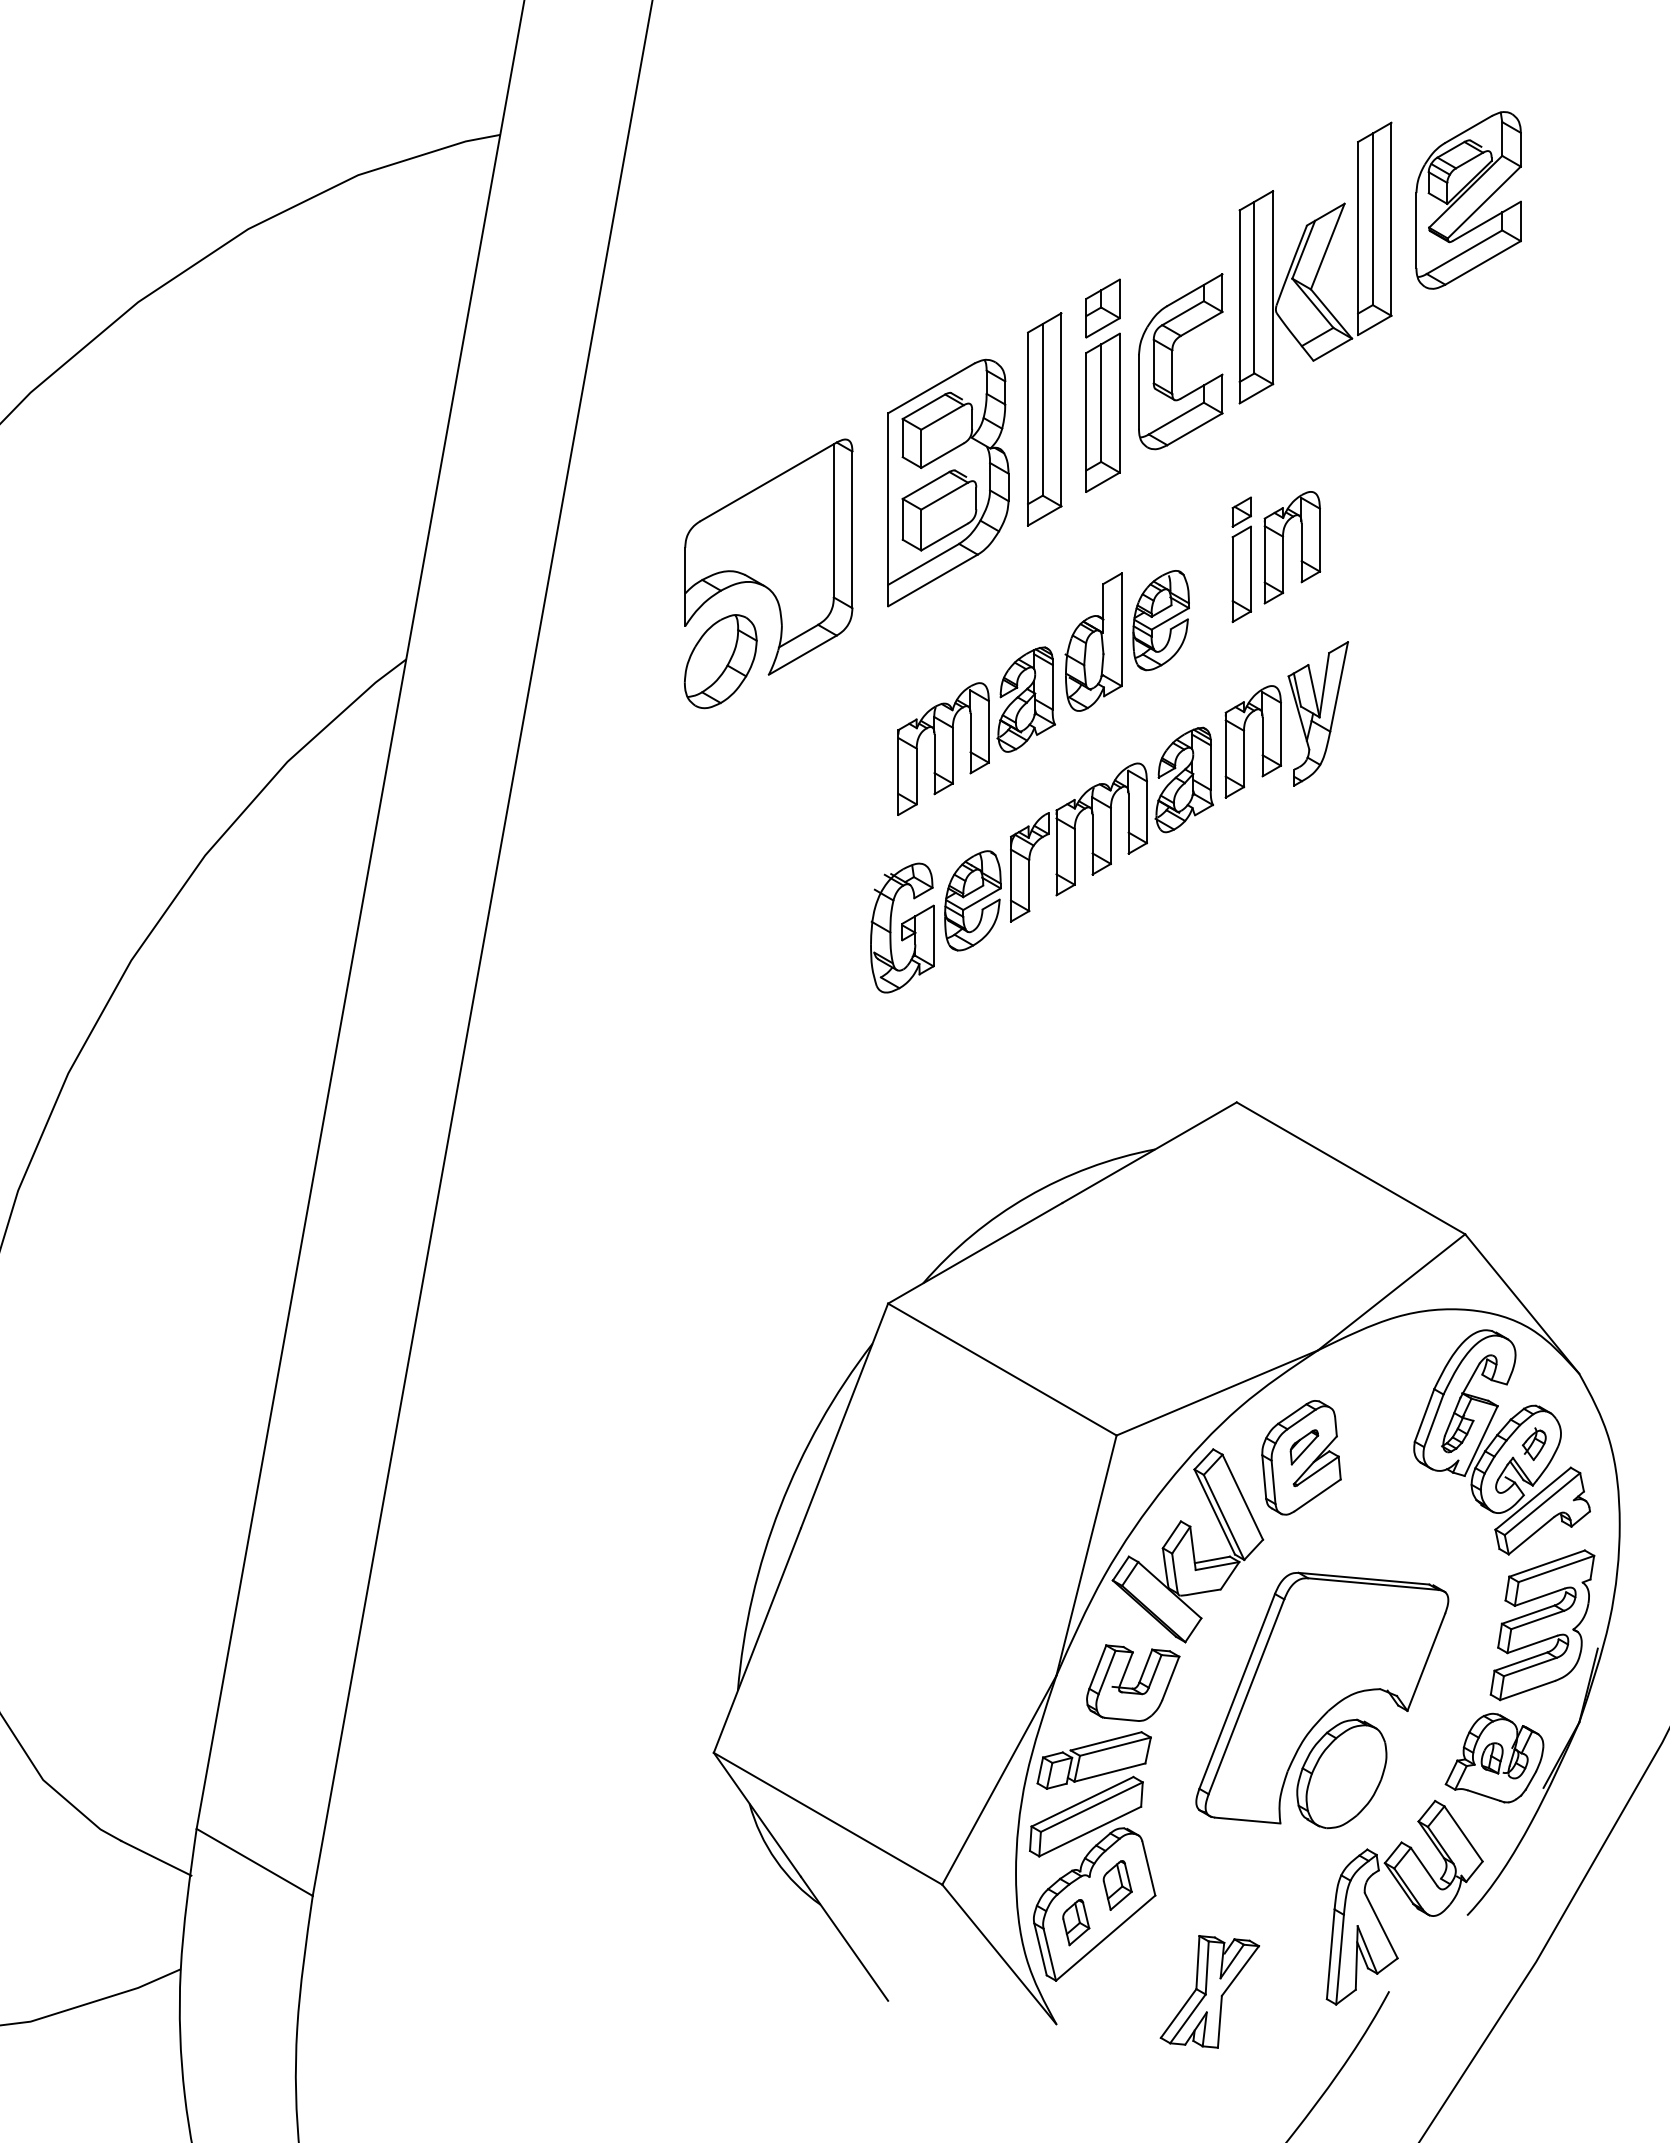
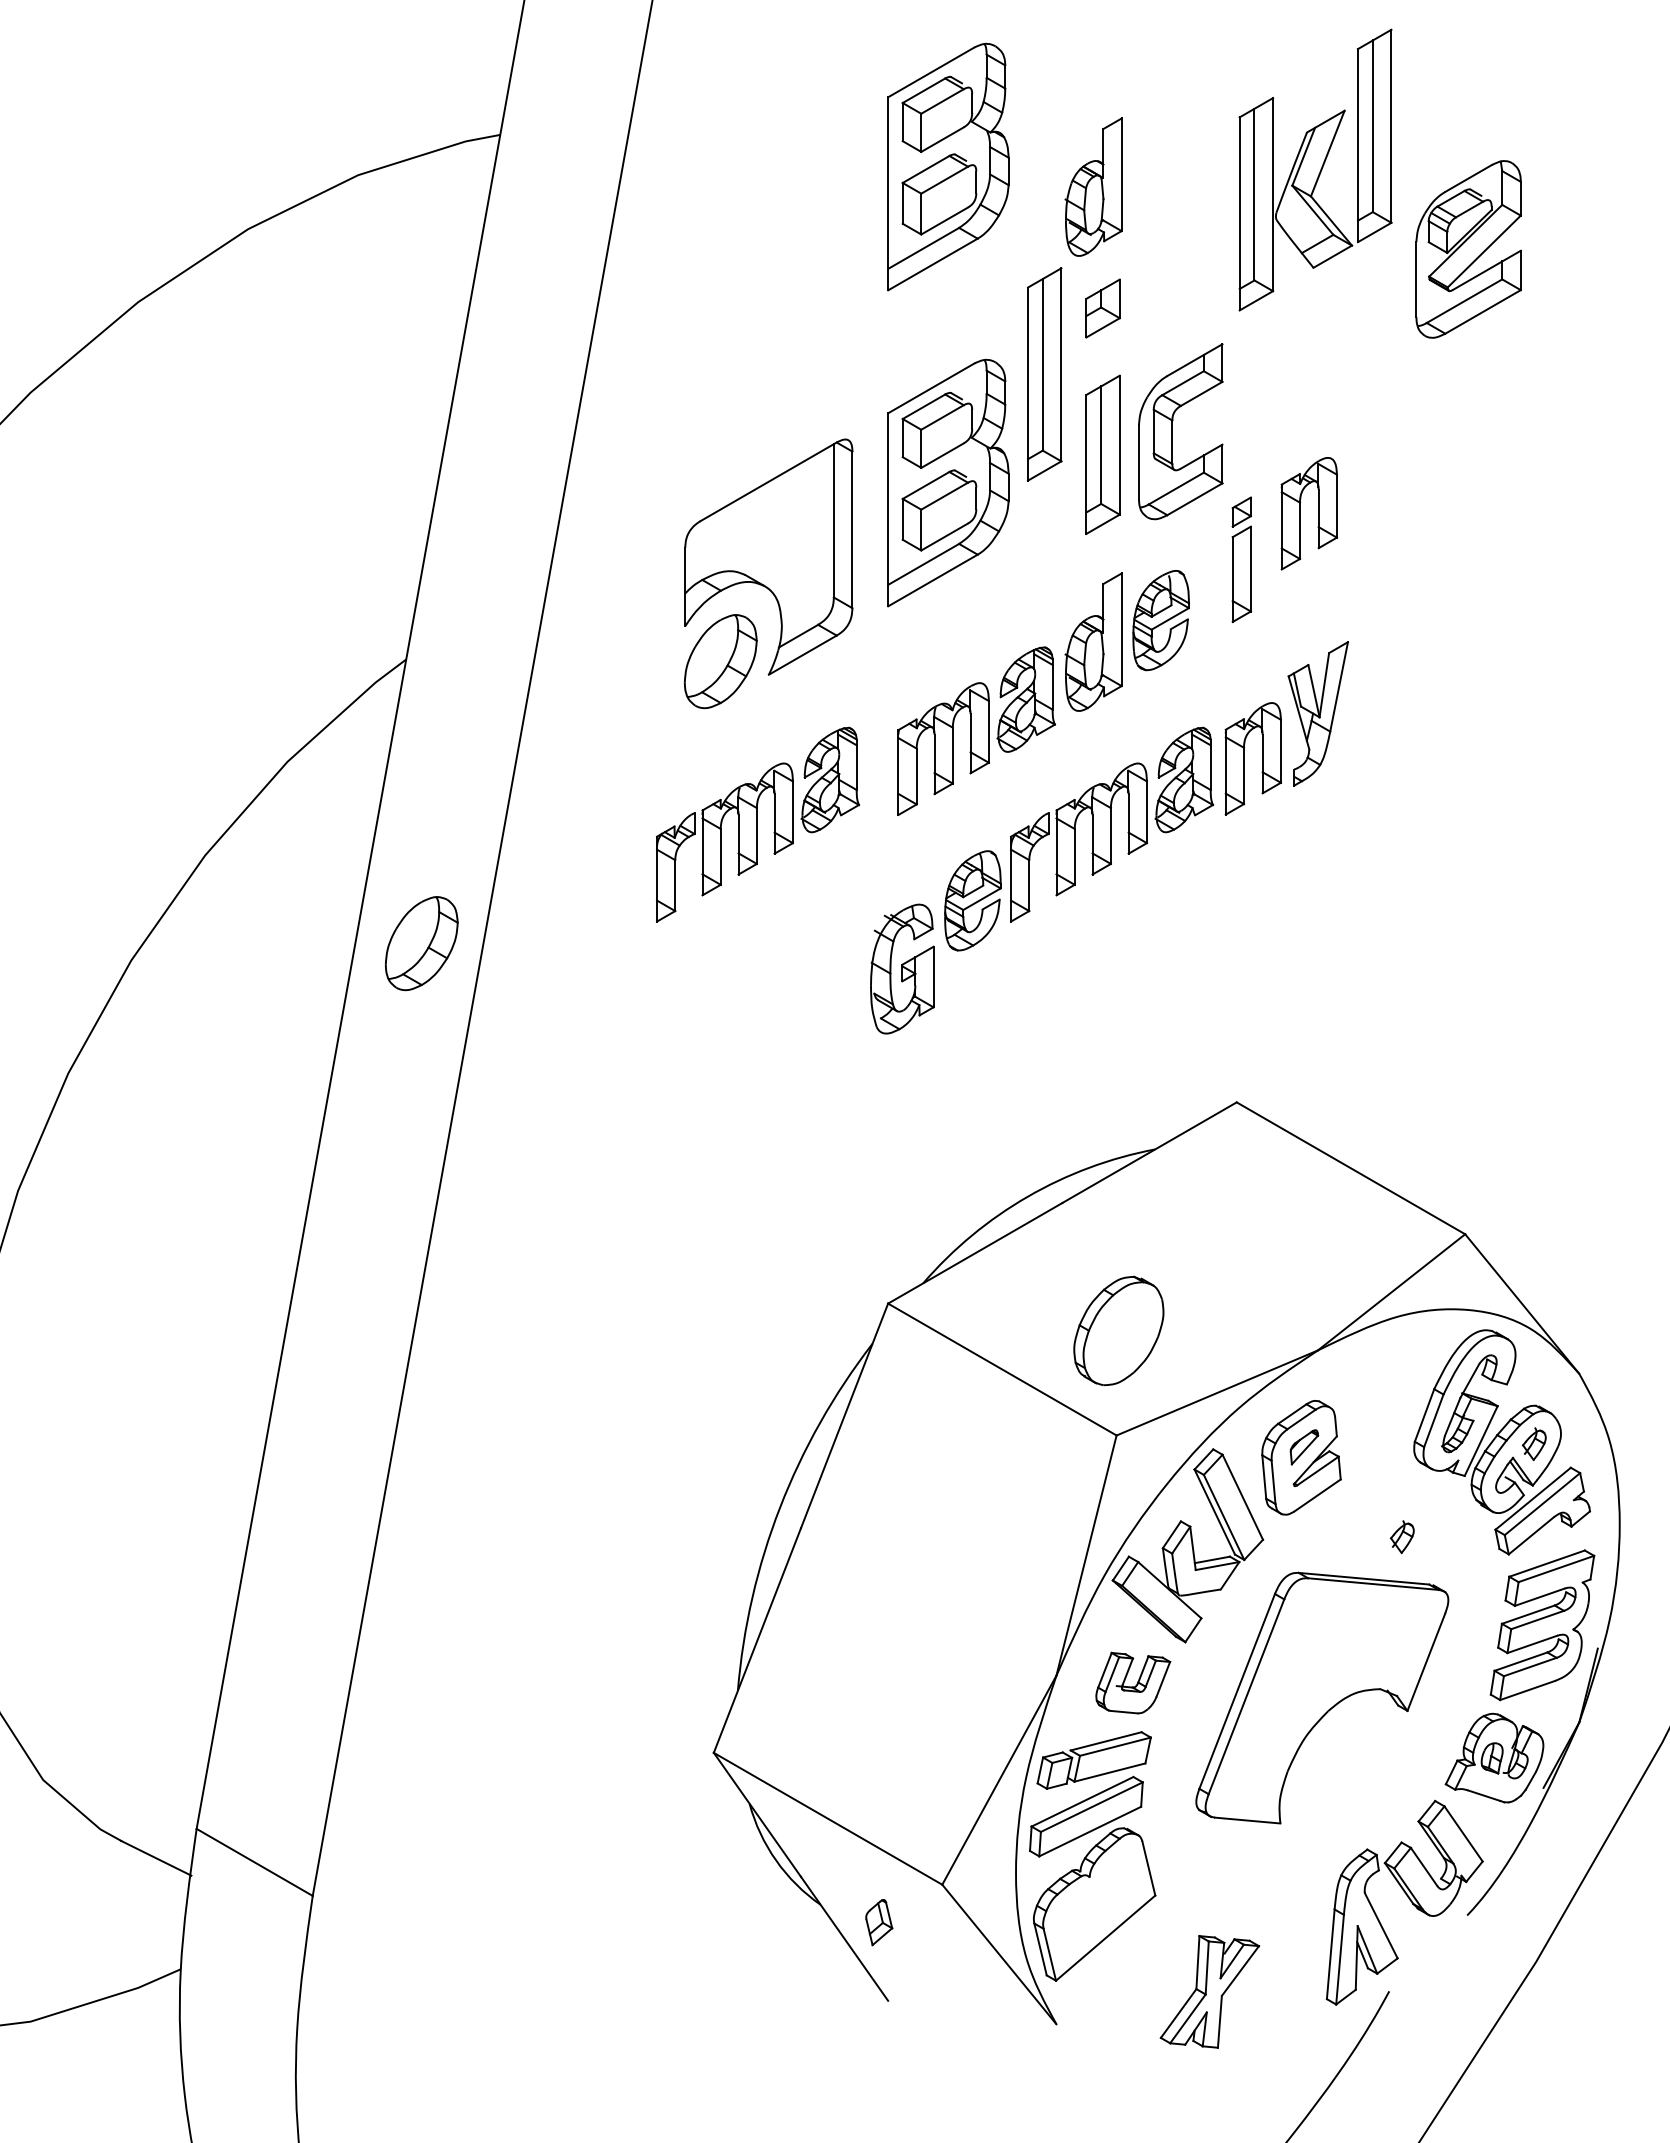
part at (948, 166): none -> present
part at (1093, 186): none -> present
part at (1468, 200) position: (1468, 200) -> (1468, 249)
part at (1315, 262) position: (1315, 262) -> (1315, 169)
part at (1172, 361) position: (1172, 361) -> (1172, 431)
part at (1102, 412) position: (1102, 412) -> (1102, 454)
part at (1044, 419) position: (1044, 419) -> (1044, 374)
part at (1283, 547) position: (1283, 547) -> (1300, 513)
part at (1244, 741) position: (1244, 741) -> (1244, 758)
part at (757, 824): none -> present
part at (902, 927) position: (902, 927) -> (902, 968)
part at (421, 943): none -> present
part at (1401, 1537): none -> present
part at (1133, 1682) size: 95x78 px -> 77x64 px
part at (1341, 1773) position: (1341, 1773) -> (1118, 1330)
part at (1117, 1885): present -> none
part at (1076, 1922) position: (1076, 1922) -> (879, 1922)
